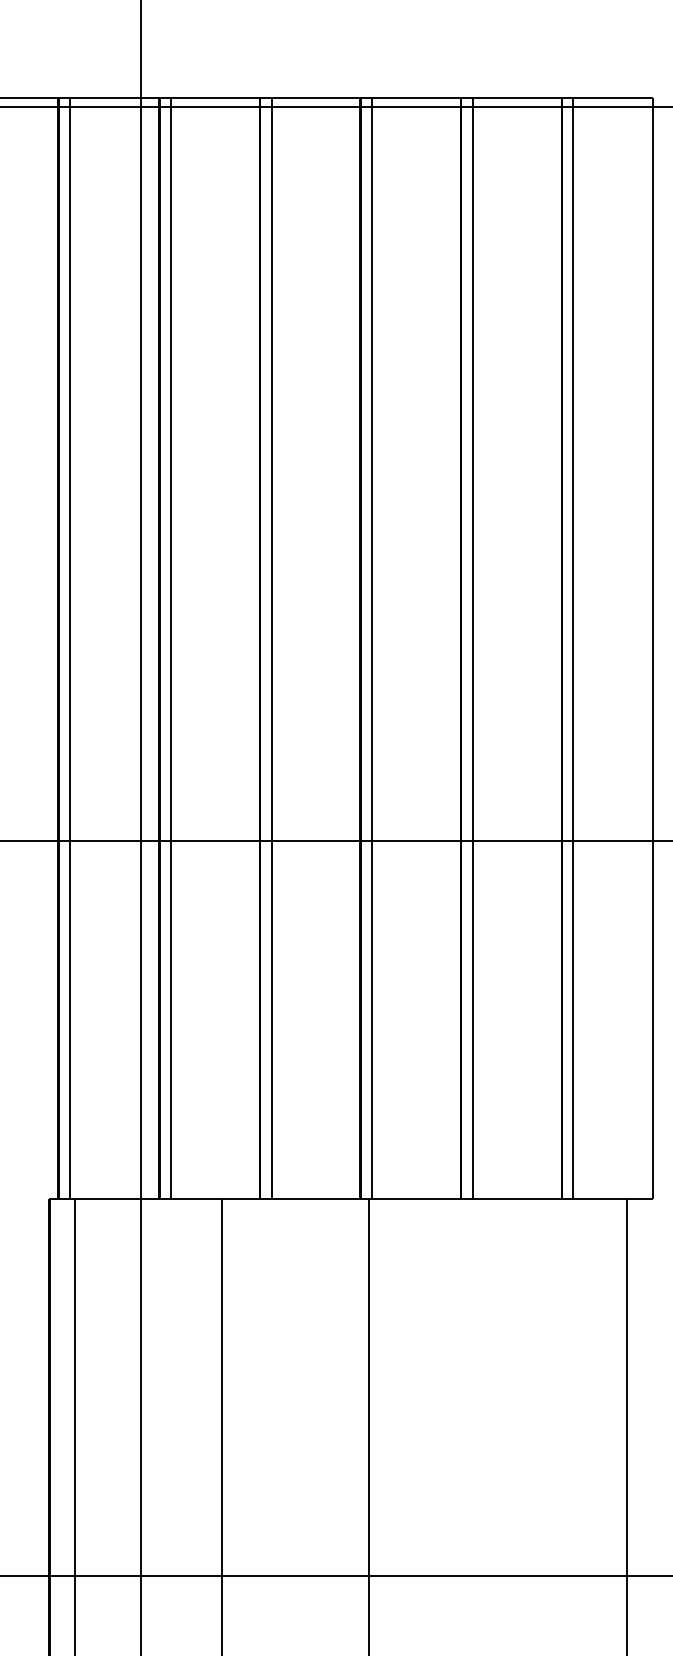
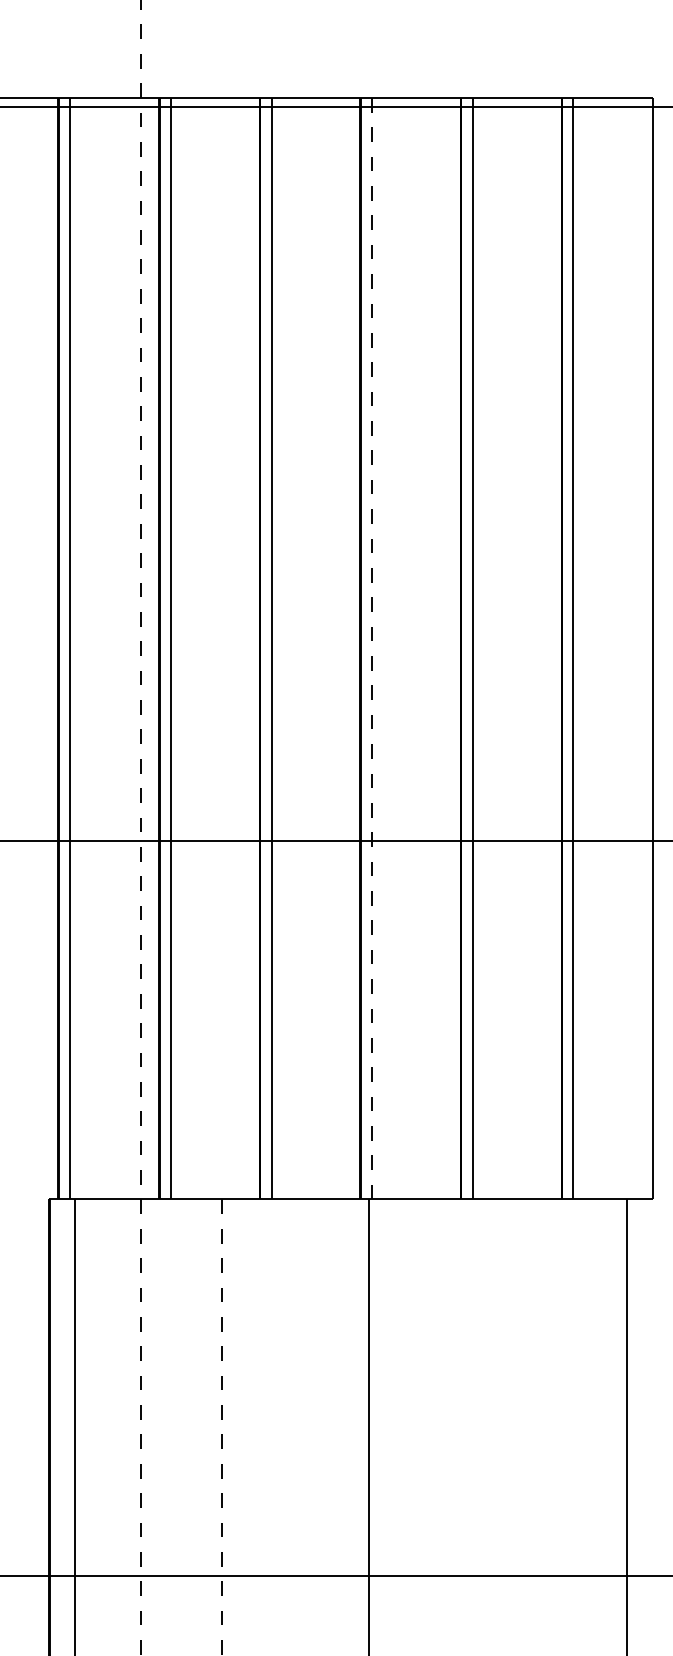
line at (372, 648): solid -> dashed
line at (140, 828): solid -> dashed
line at (221, 1427): solid -> dashed
